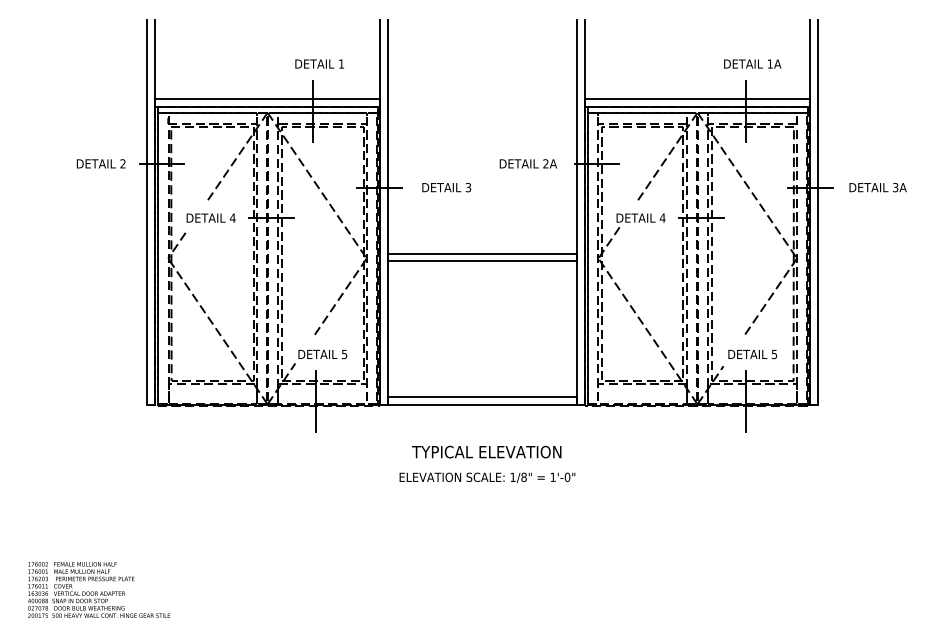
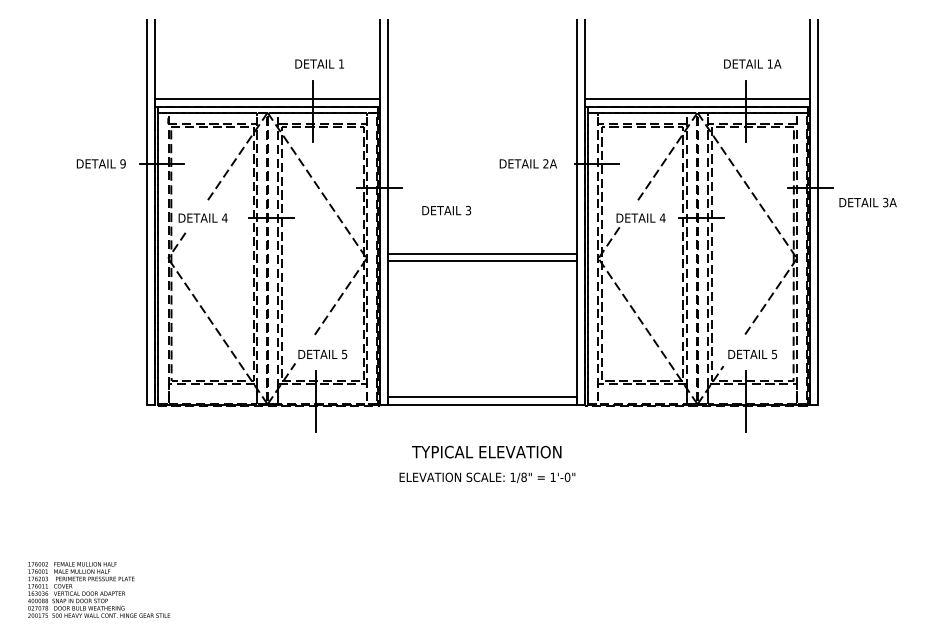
text at (122, 163): 2 -> 9
text at (446, 187) position: (446, 187) -> (446, 210)
text at (877, 187) position: (877, 187) -> (867, 202)
text at (210, 217) position: (210, 217) -> (202, 217)
